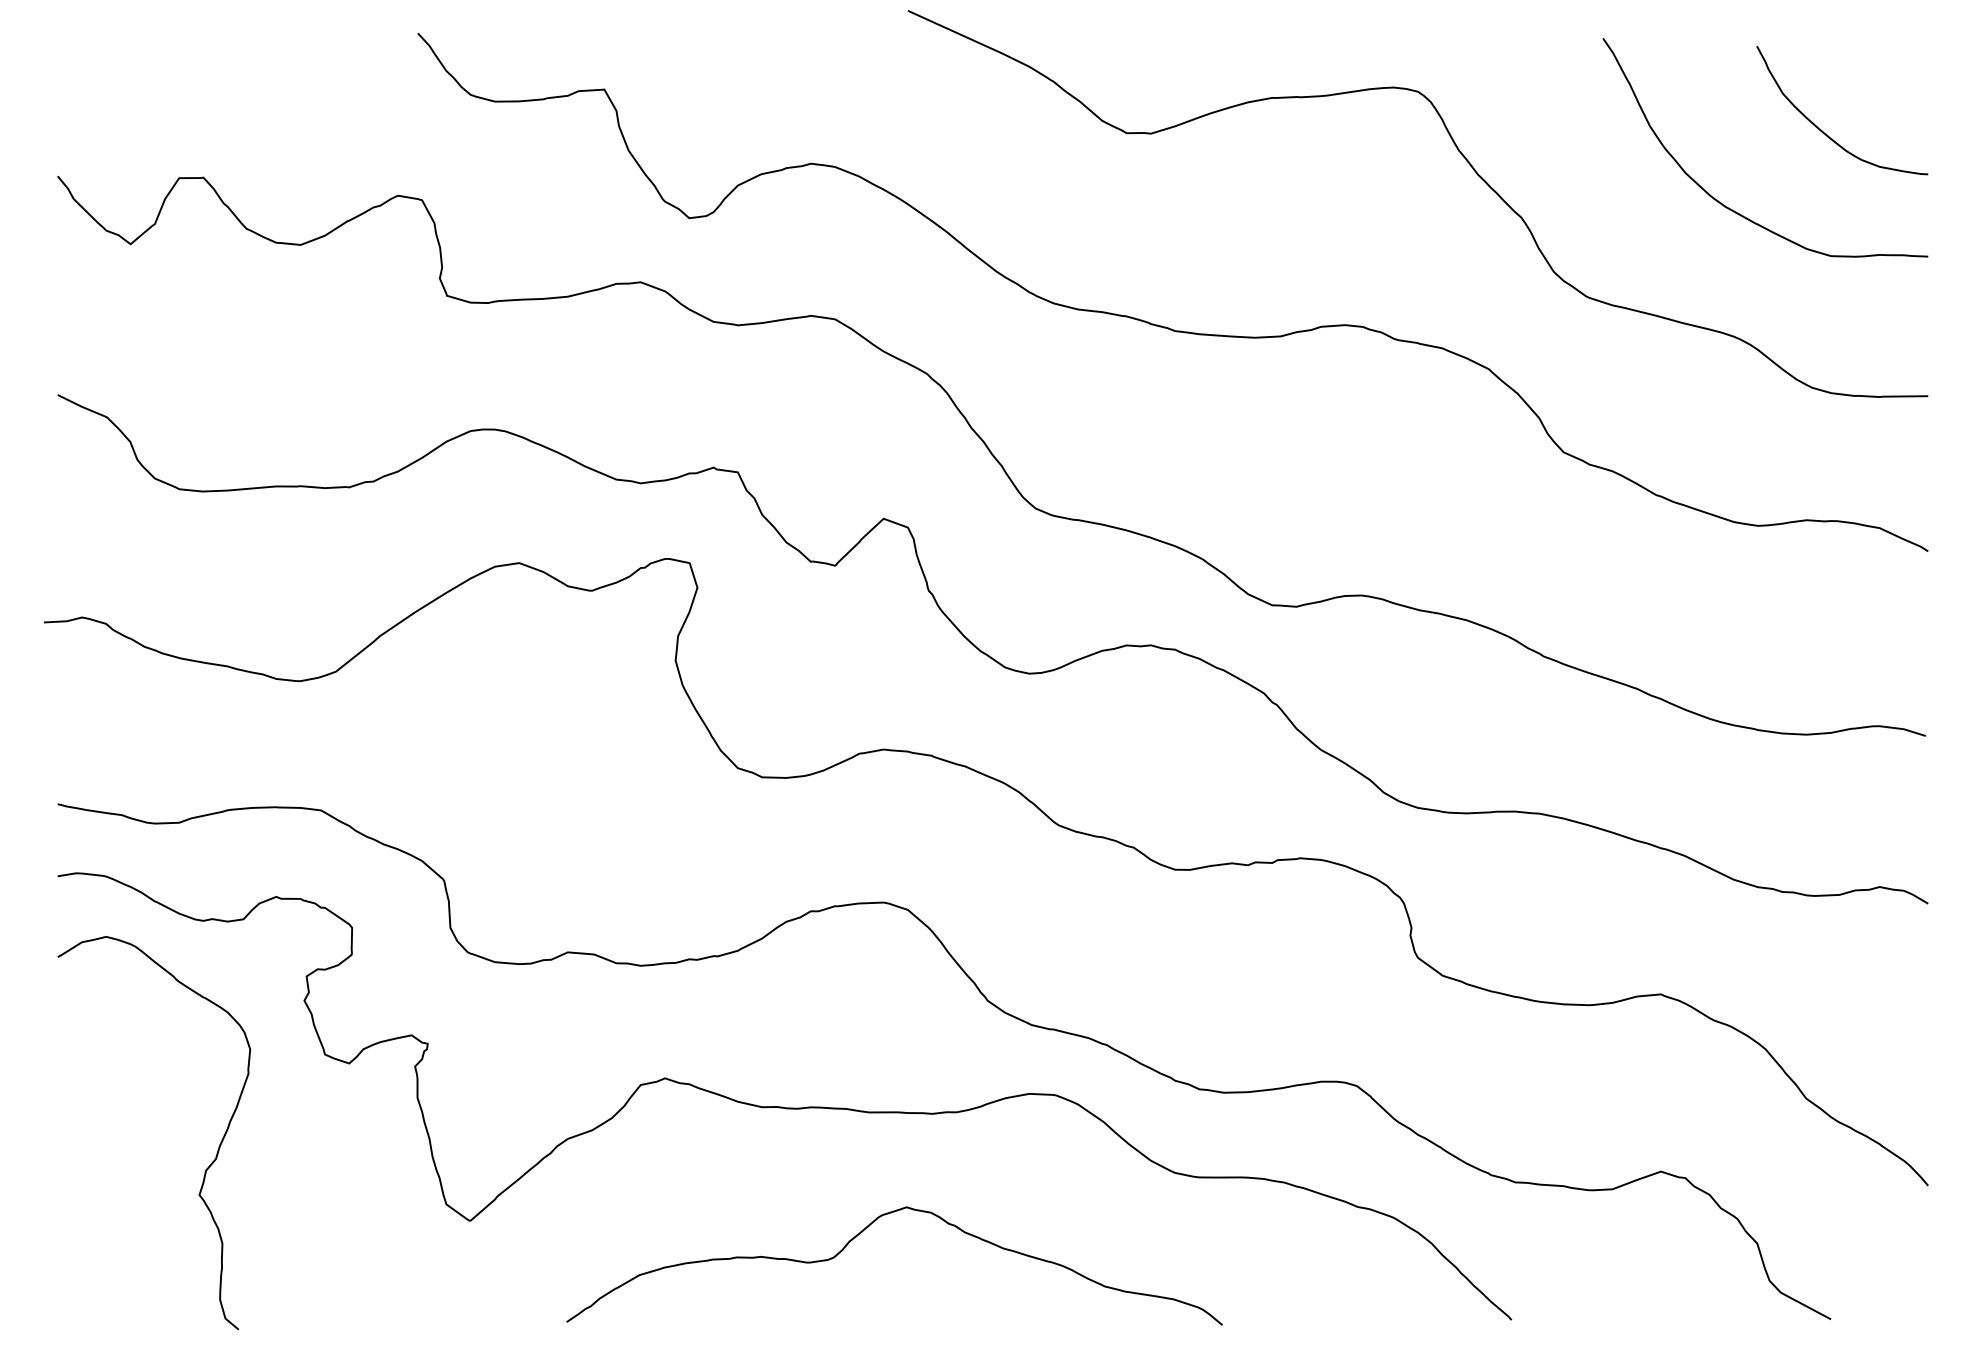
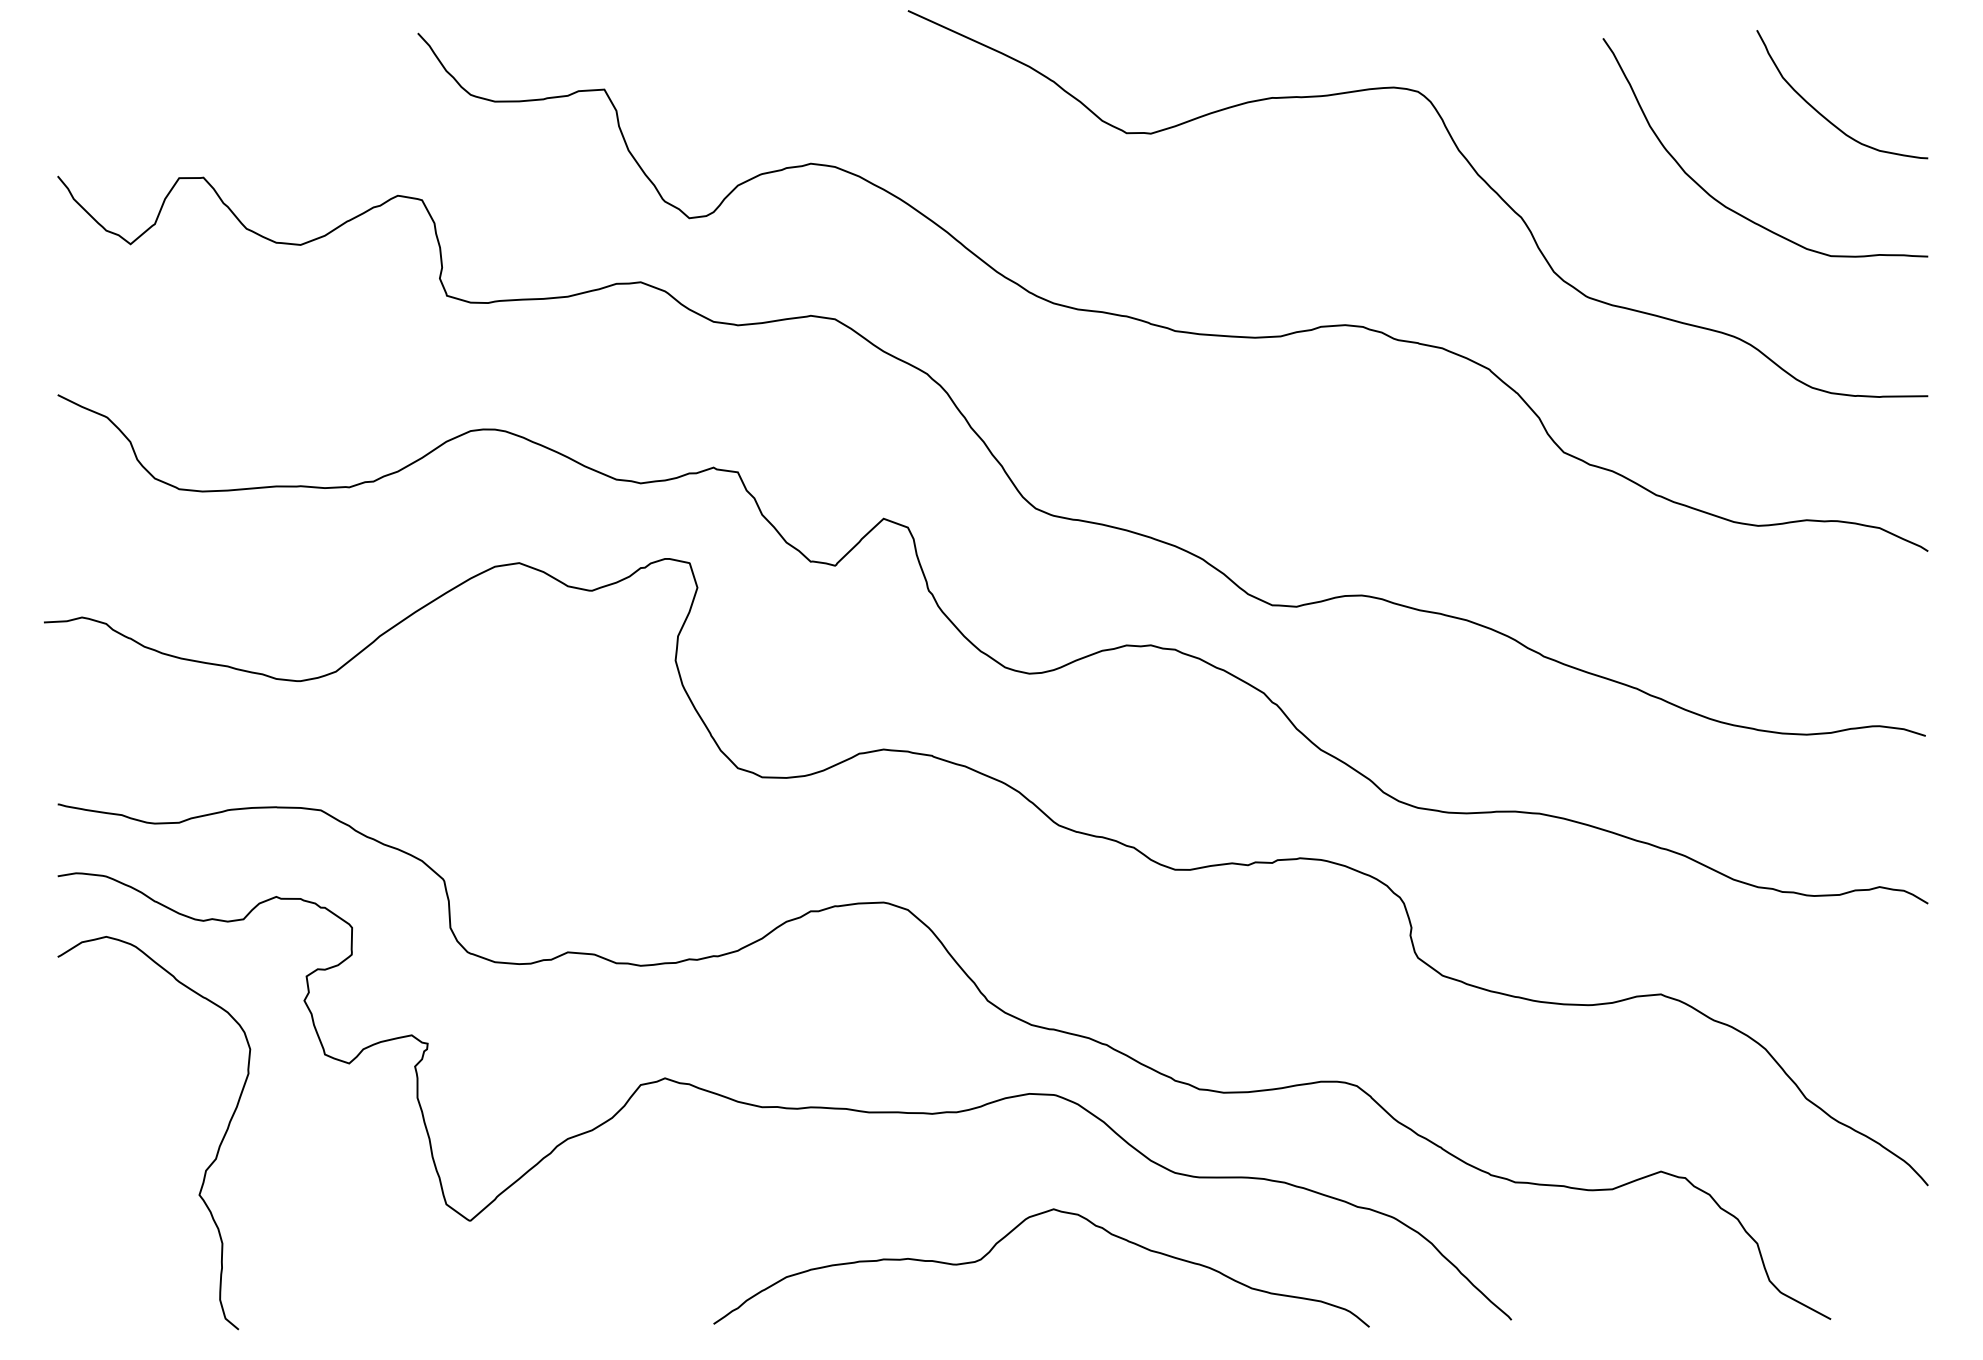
curve at (1826, 133) position: (1826, 133) -> (1826, 117)
curve at (867, 1228) position: (867, 1228) -> (1014, 1230)
